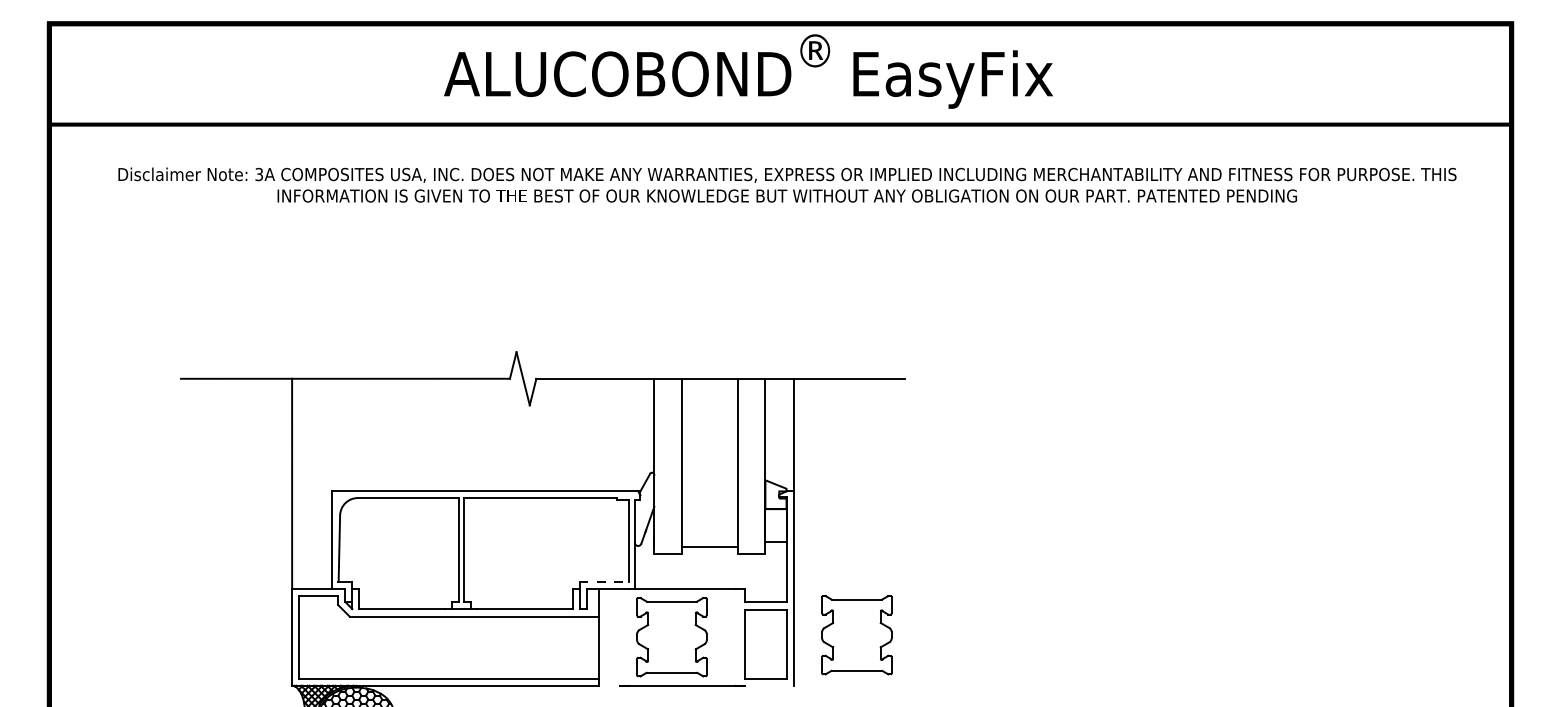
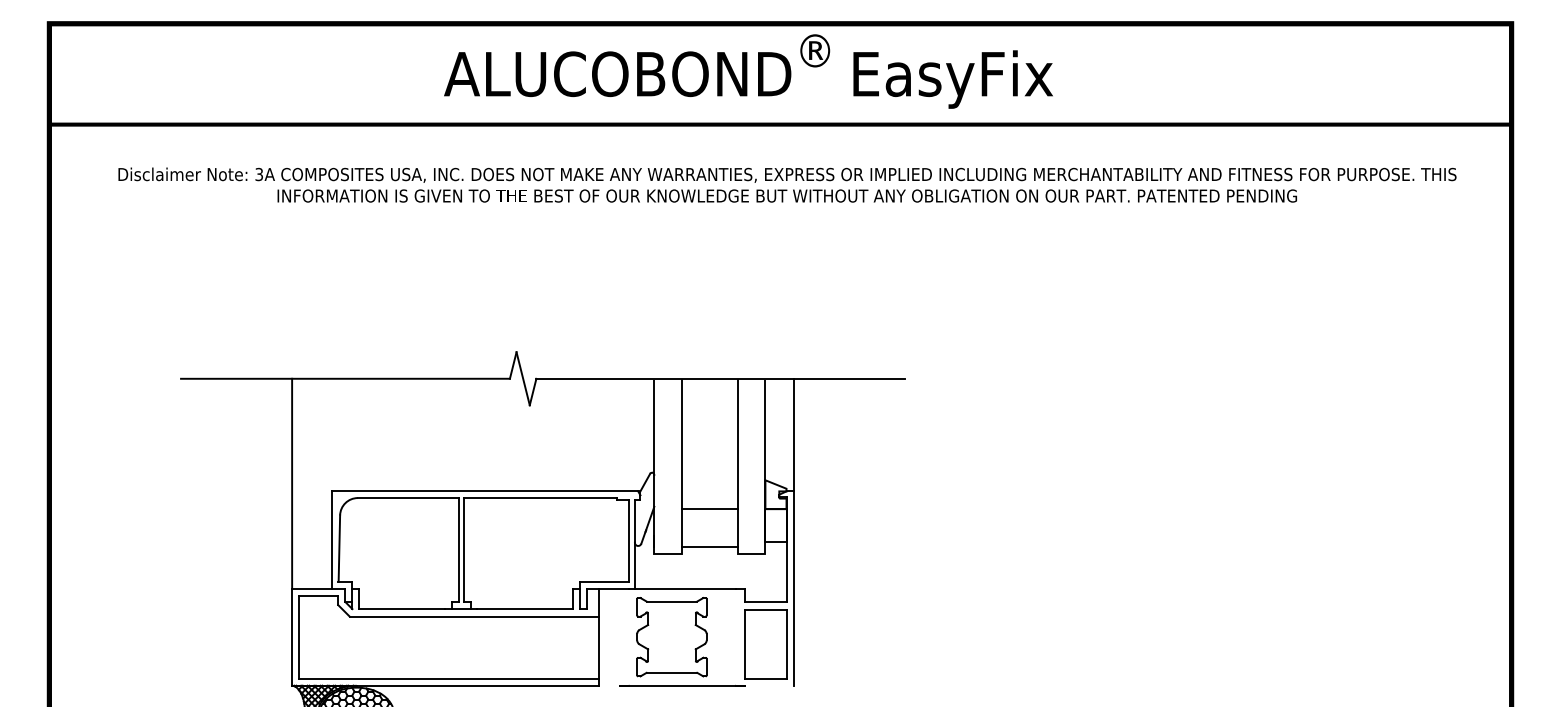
line at (709, 508): none -> present
line at (604, 581): dashed -> solid
part at (856, 635): present -> none
